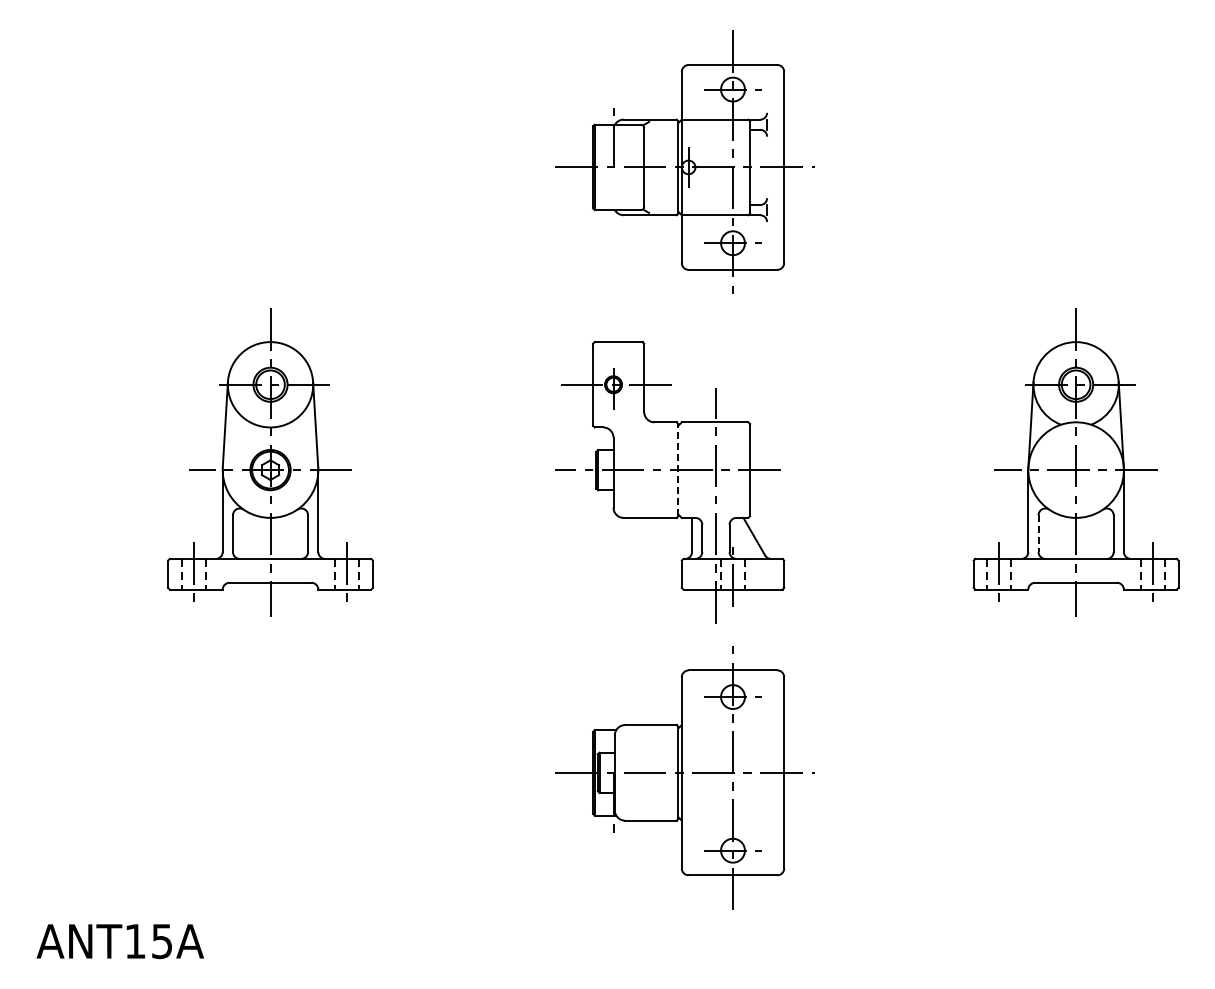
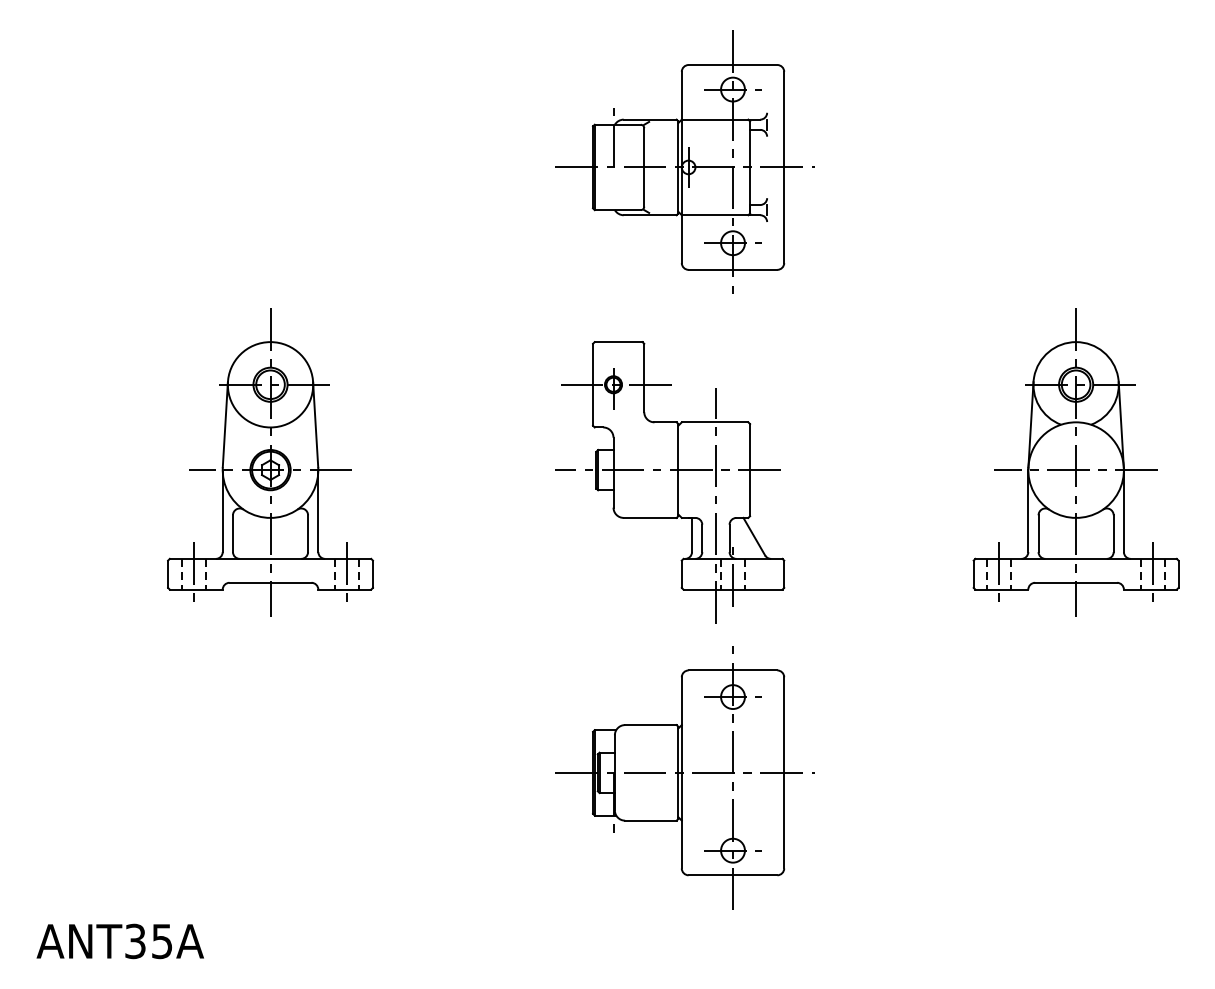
line at (678, 469): dashed -> solid
line at (1038, 534): dashed -> solid
text at (135, 941): ANT15A -> ANT35A
